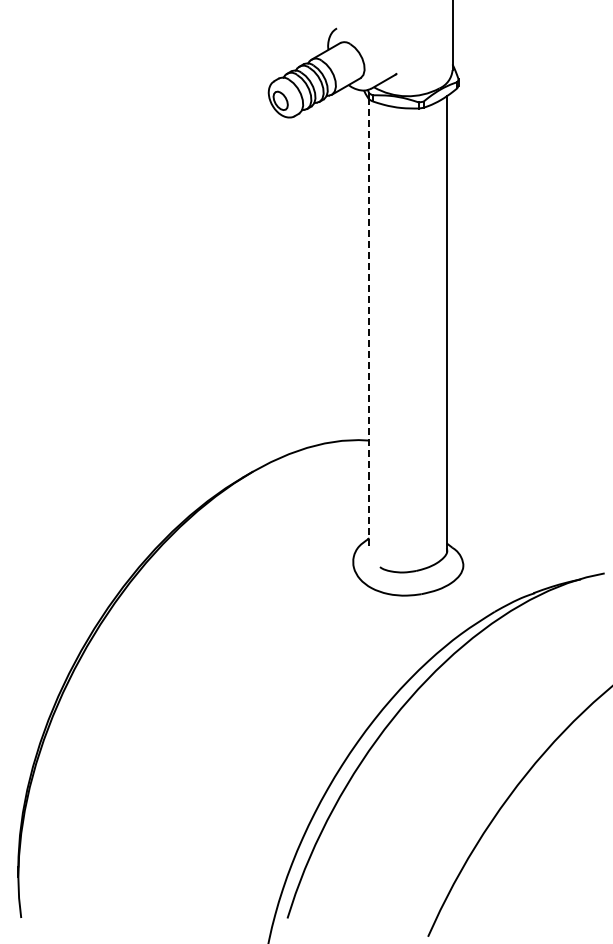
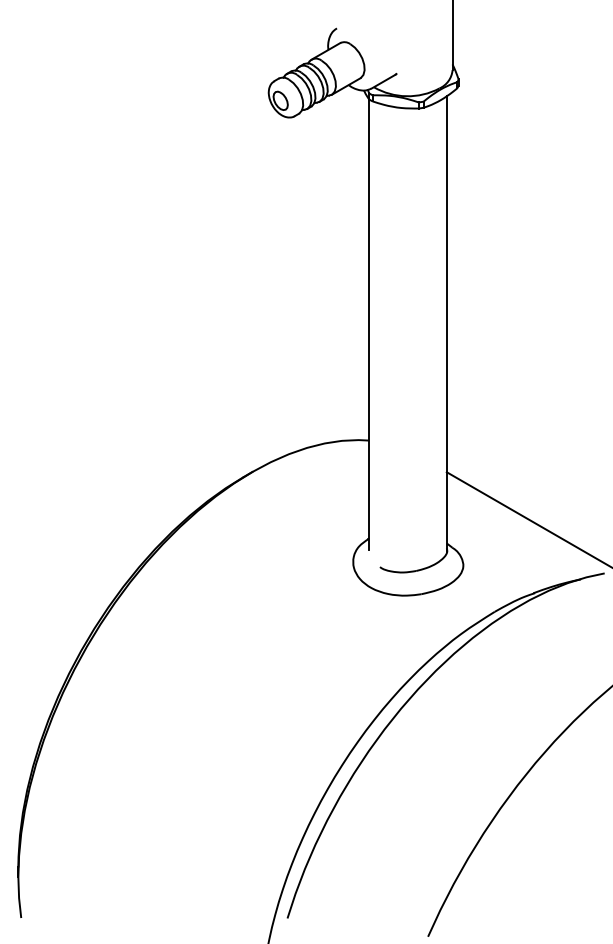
line at (368, 324): dashed -> solid
line at (527, 519): none -> present
